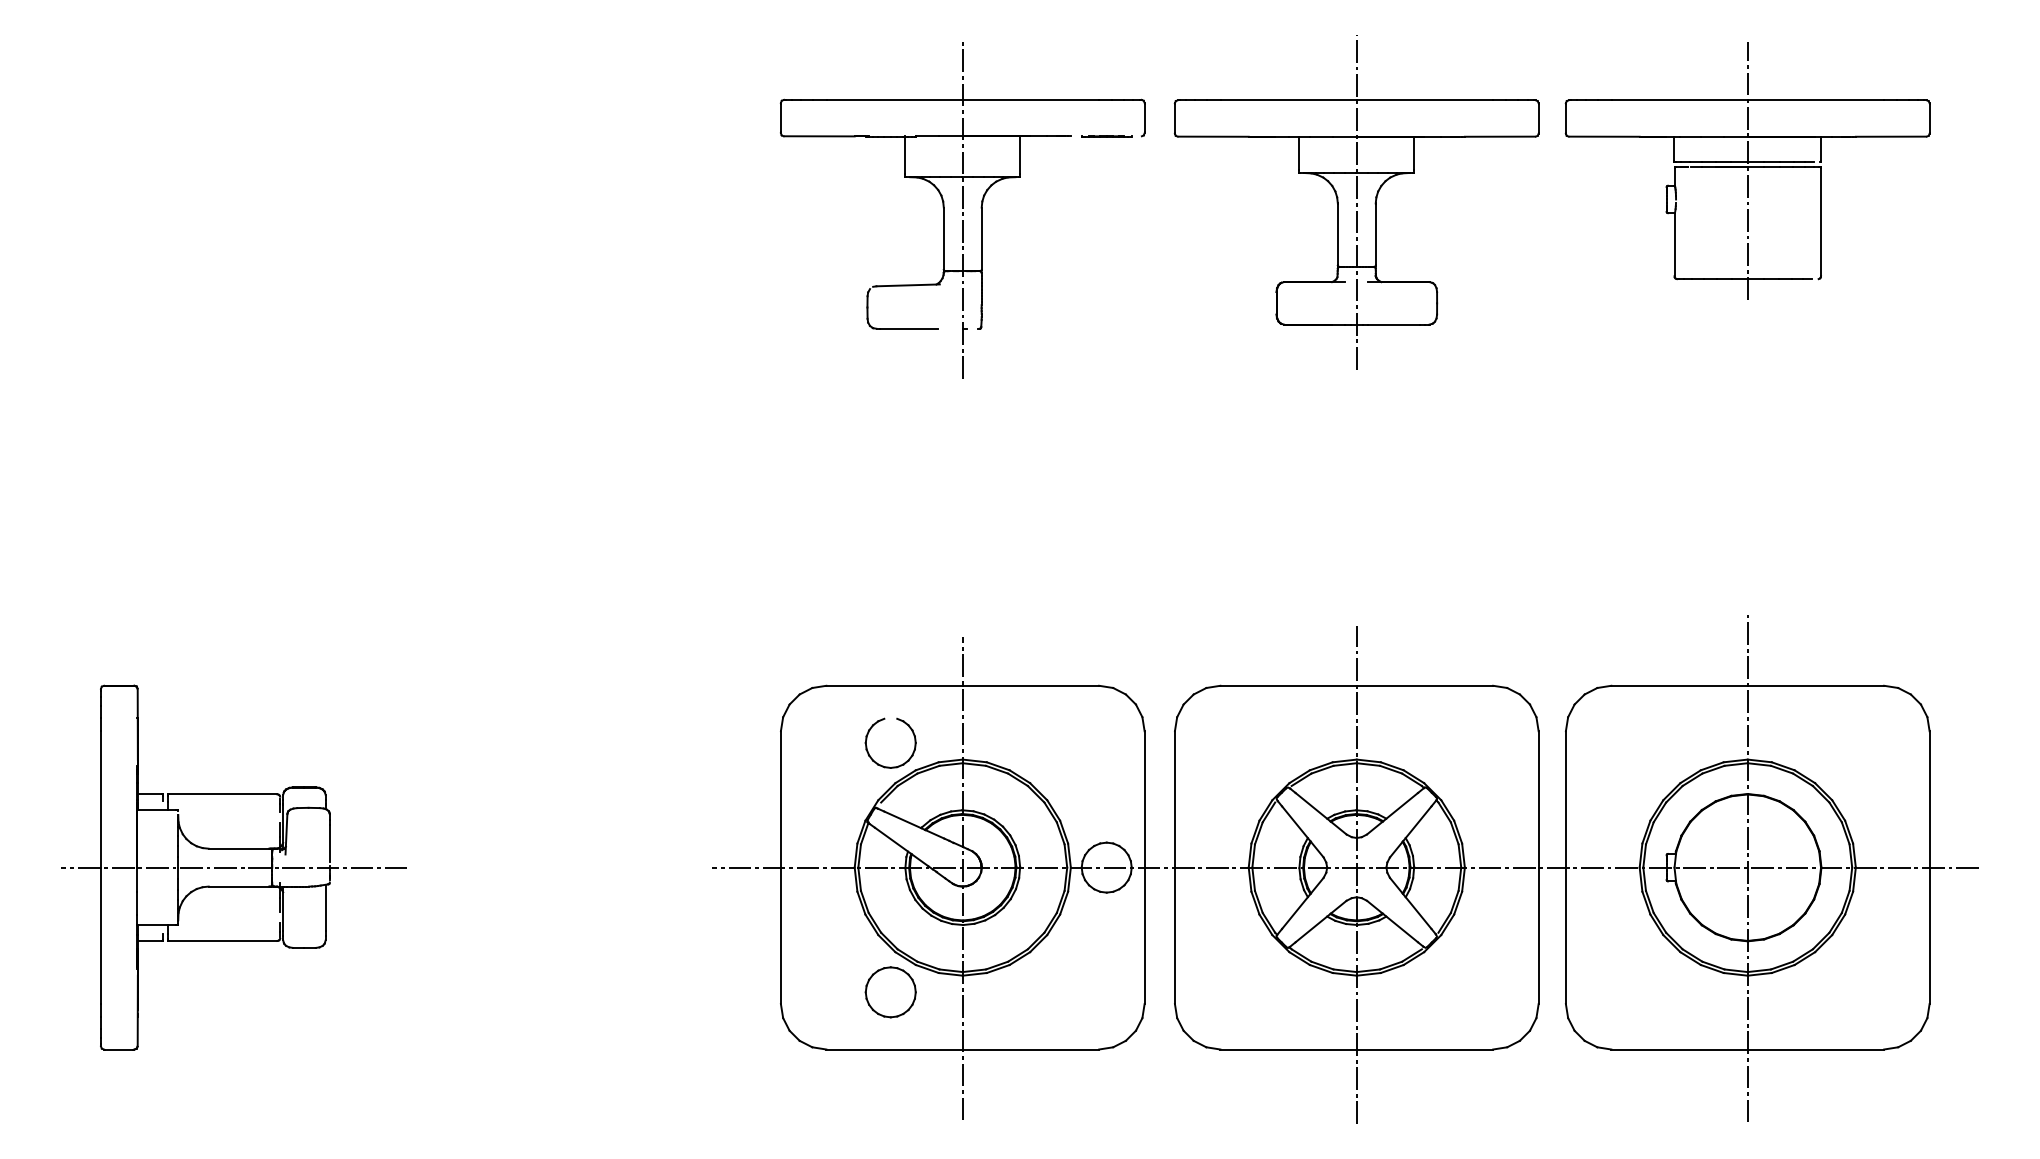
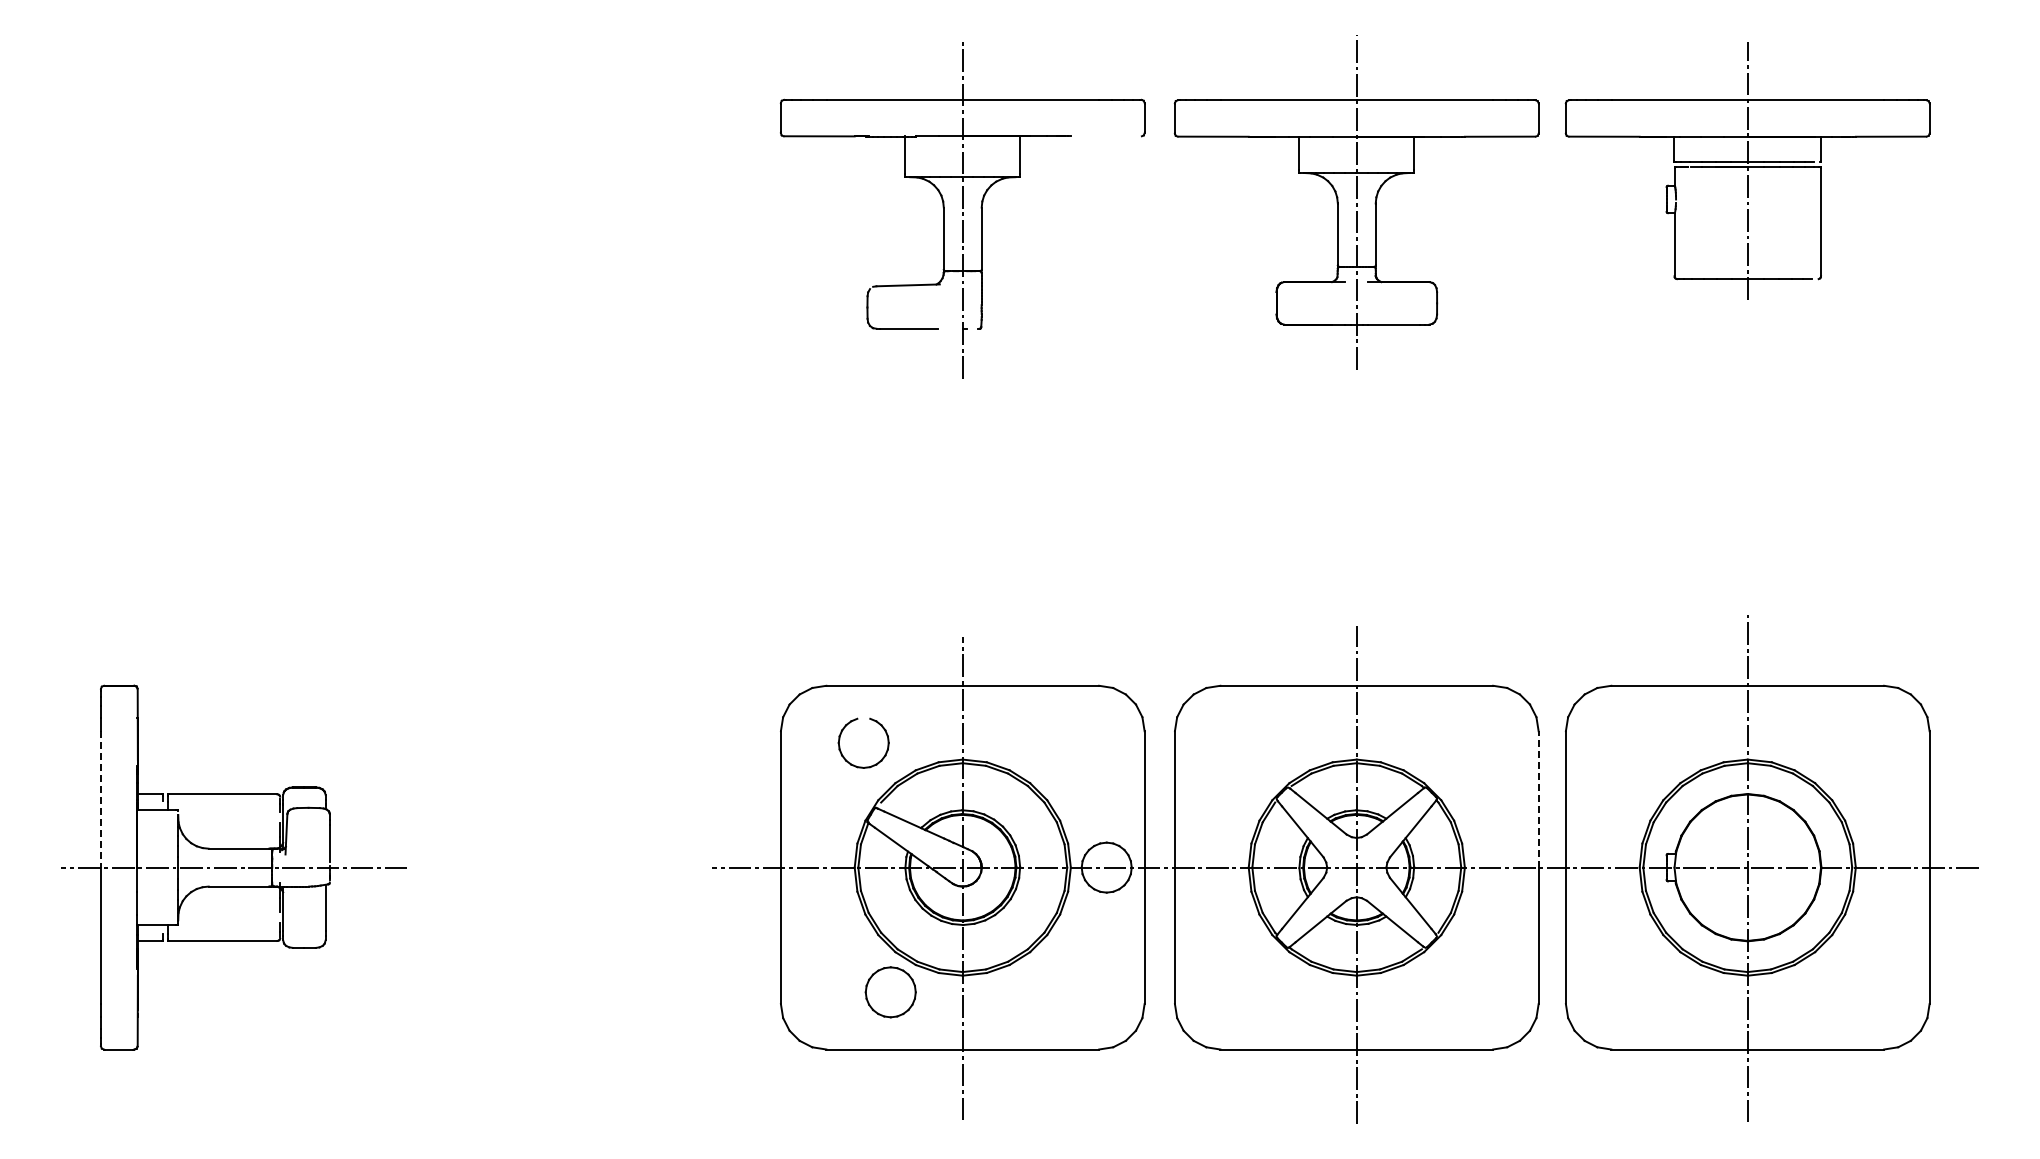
line at (1106, 136): present -> none
part at (877, 723) position: (877, 723) -> (850, 723)
line at (1538, 798): solid -> dashed
line at (100, 800): solid -> dashed
